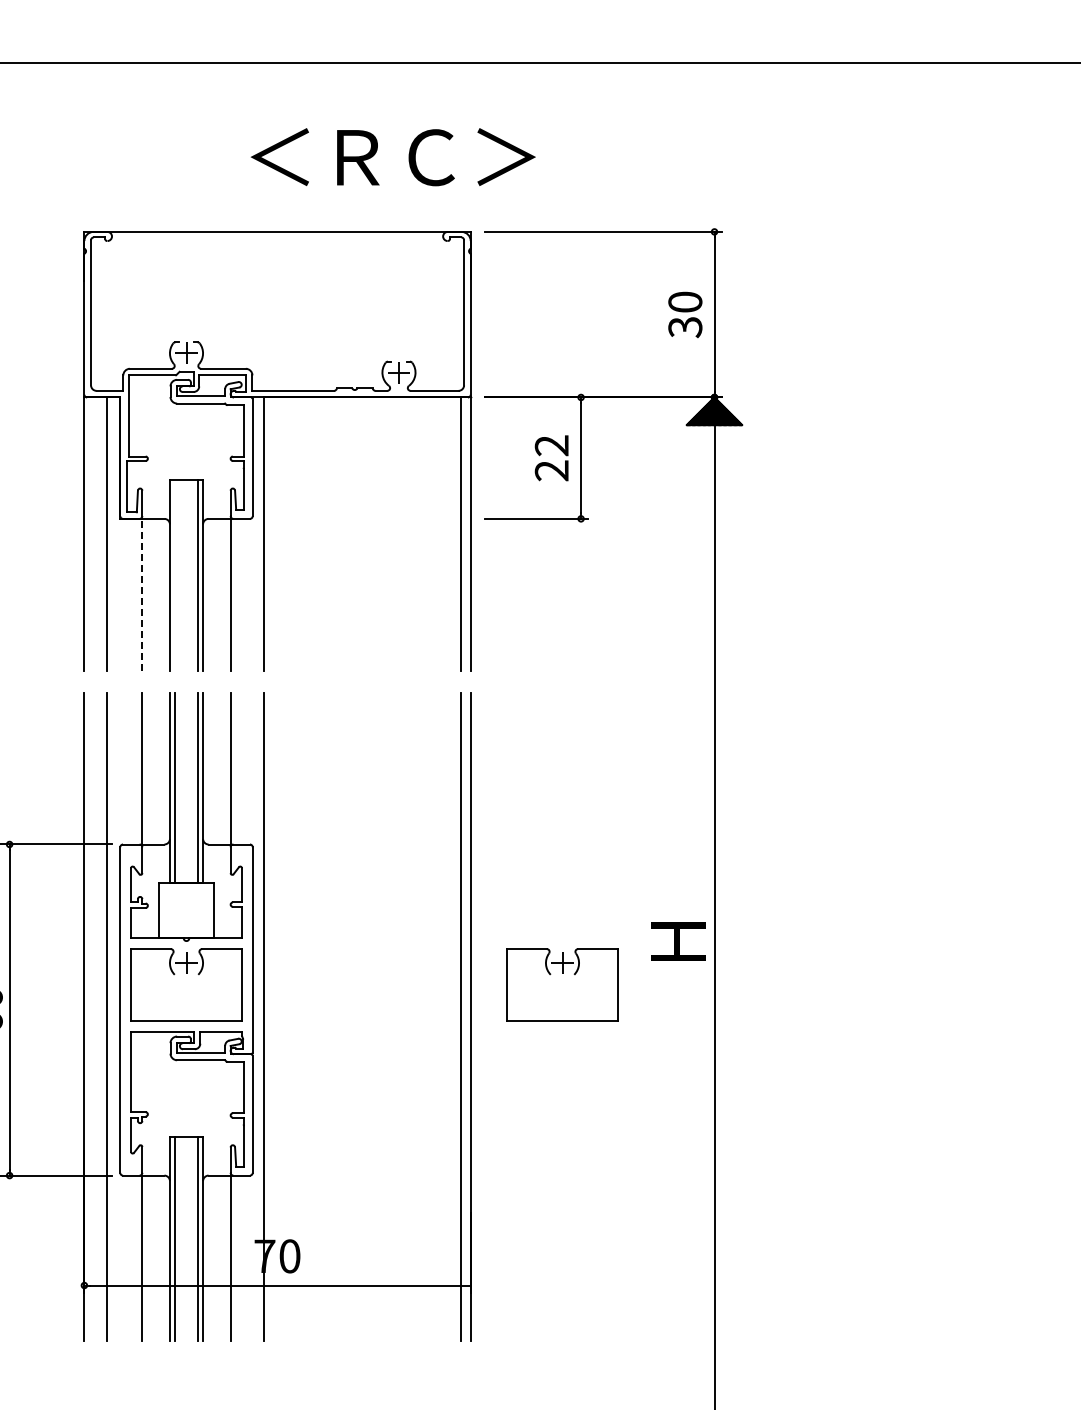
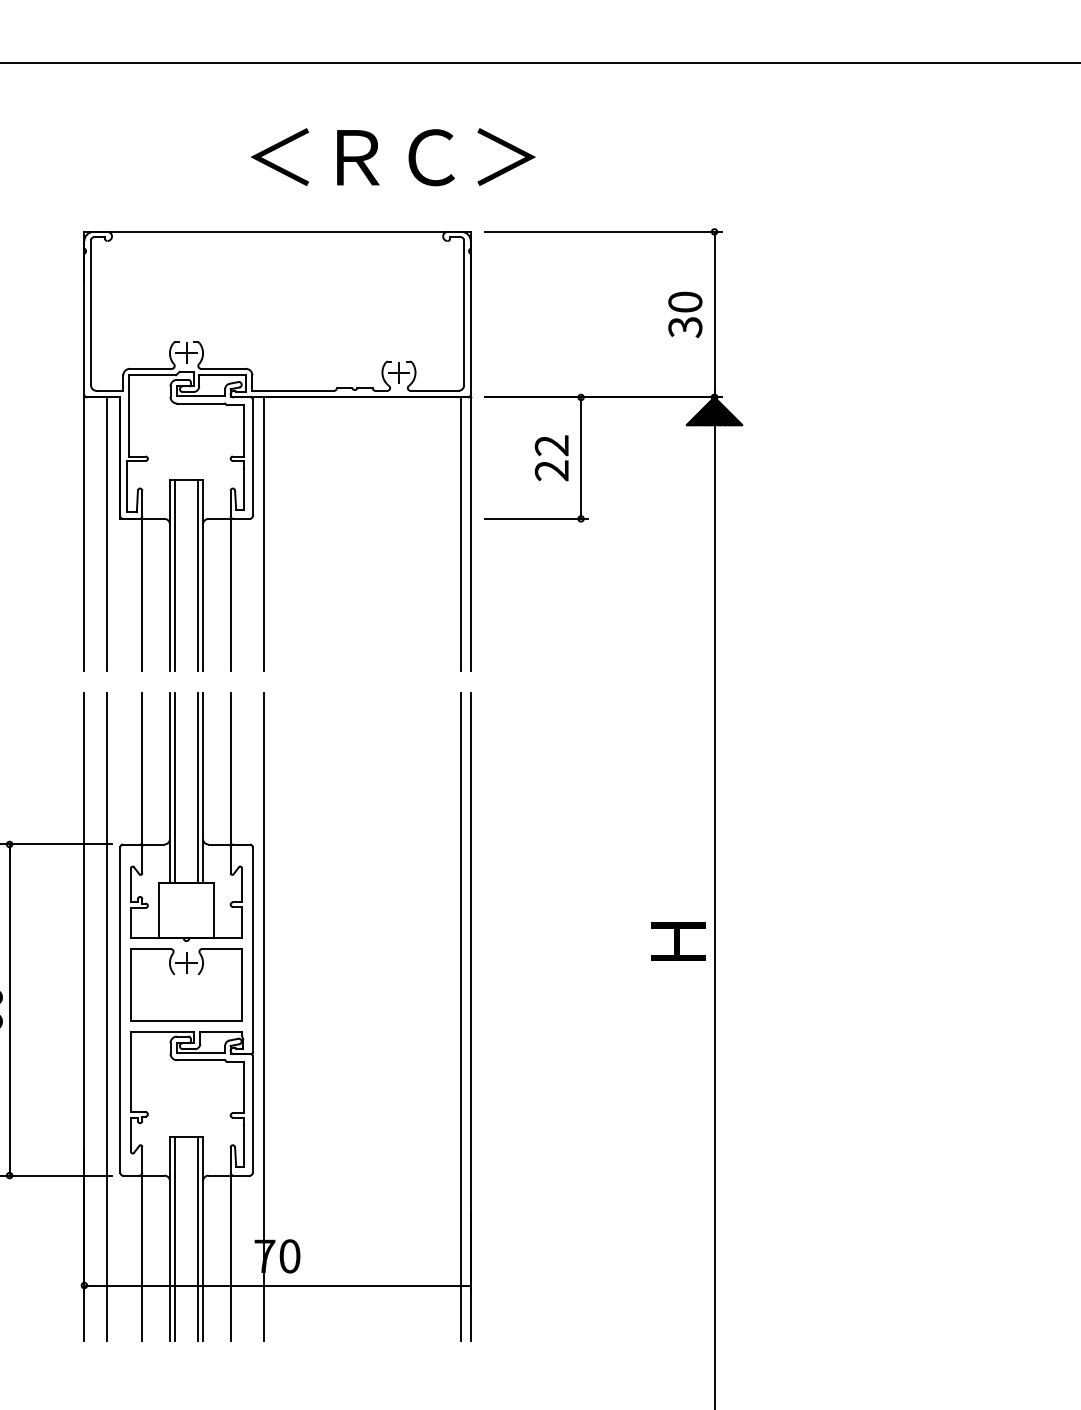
line at (175, 575): none -> present
line at (142, 594): dashed -> solid
part at (562, 973): present -> none
